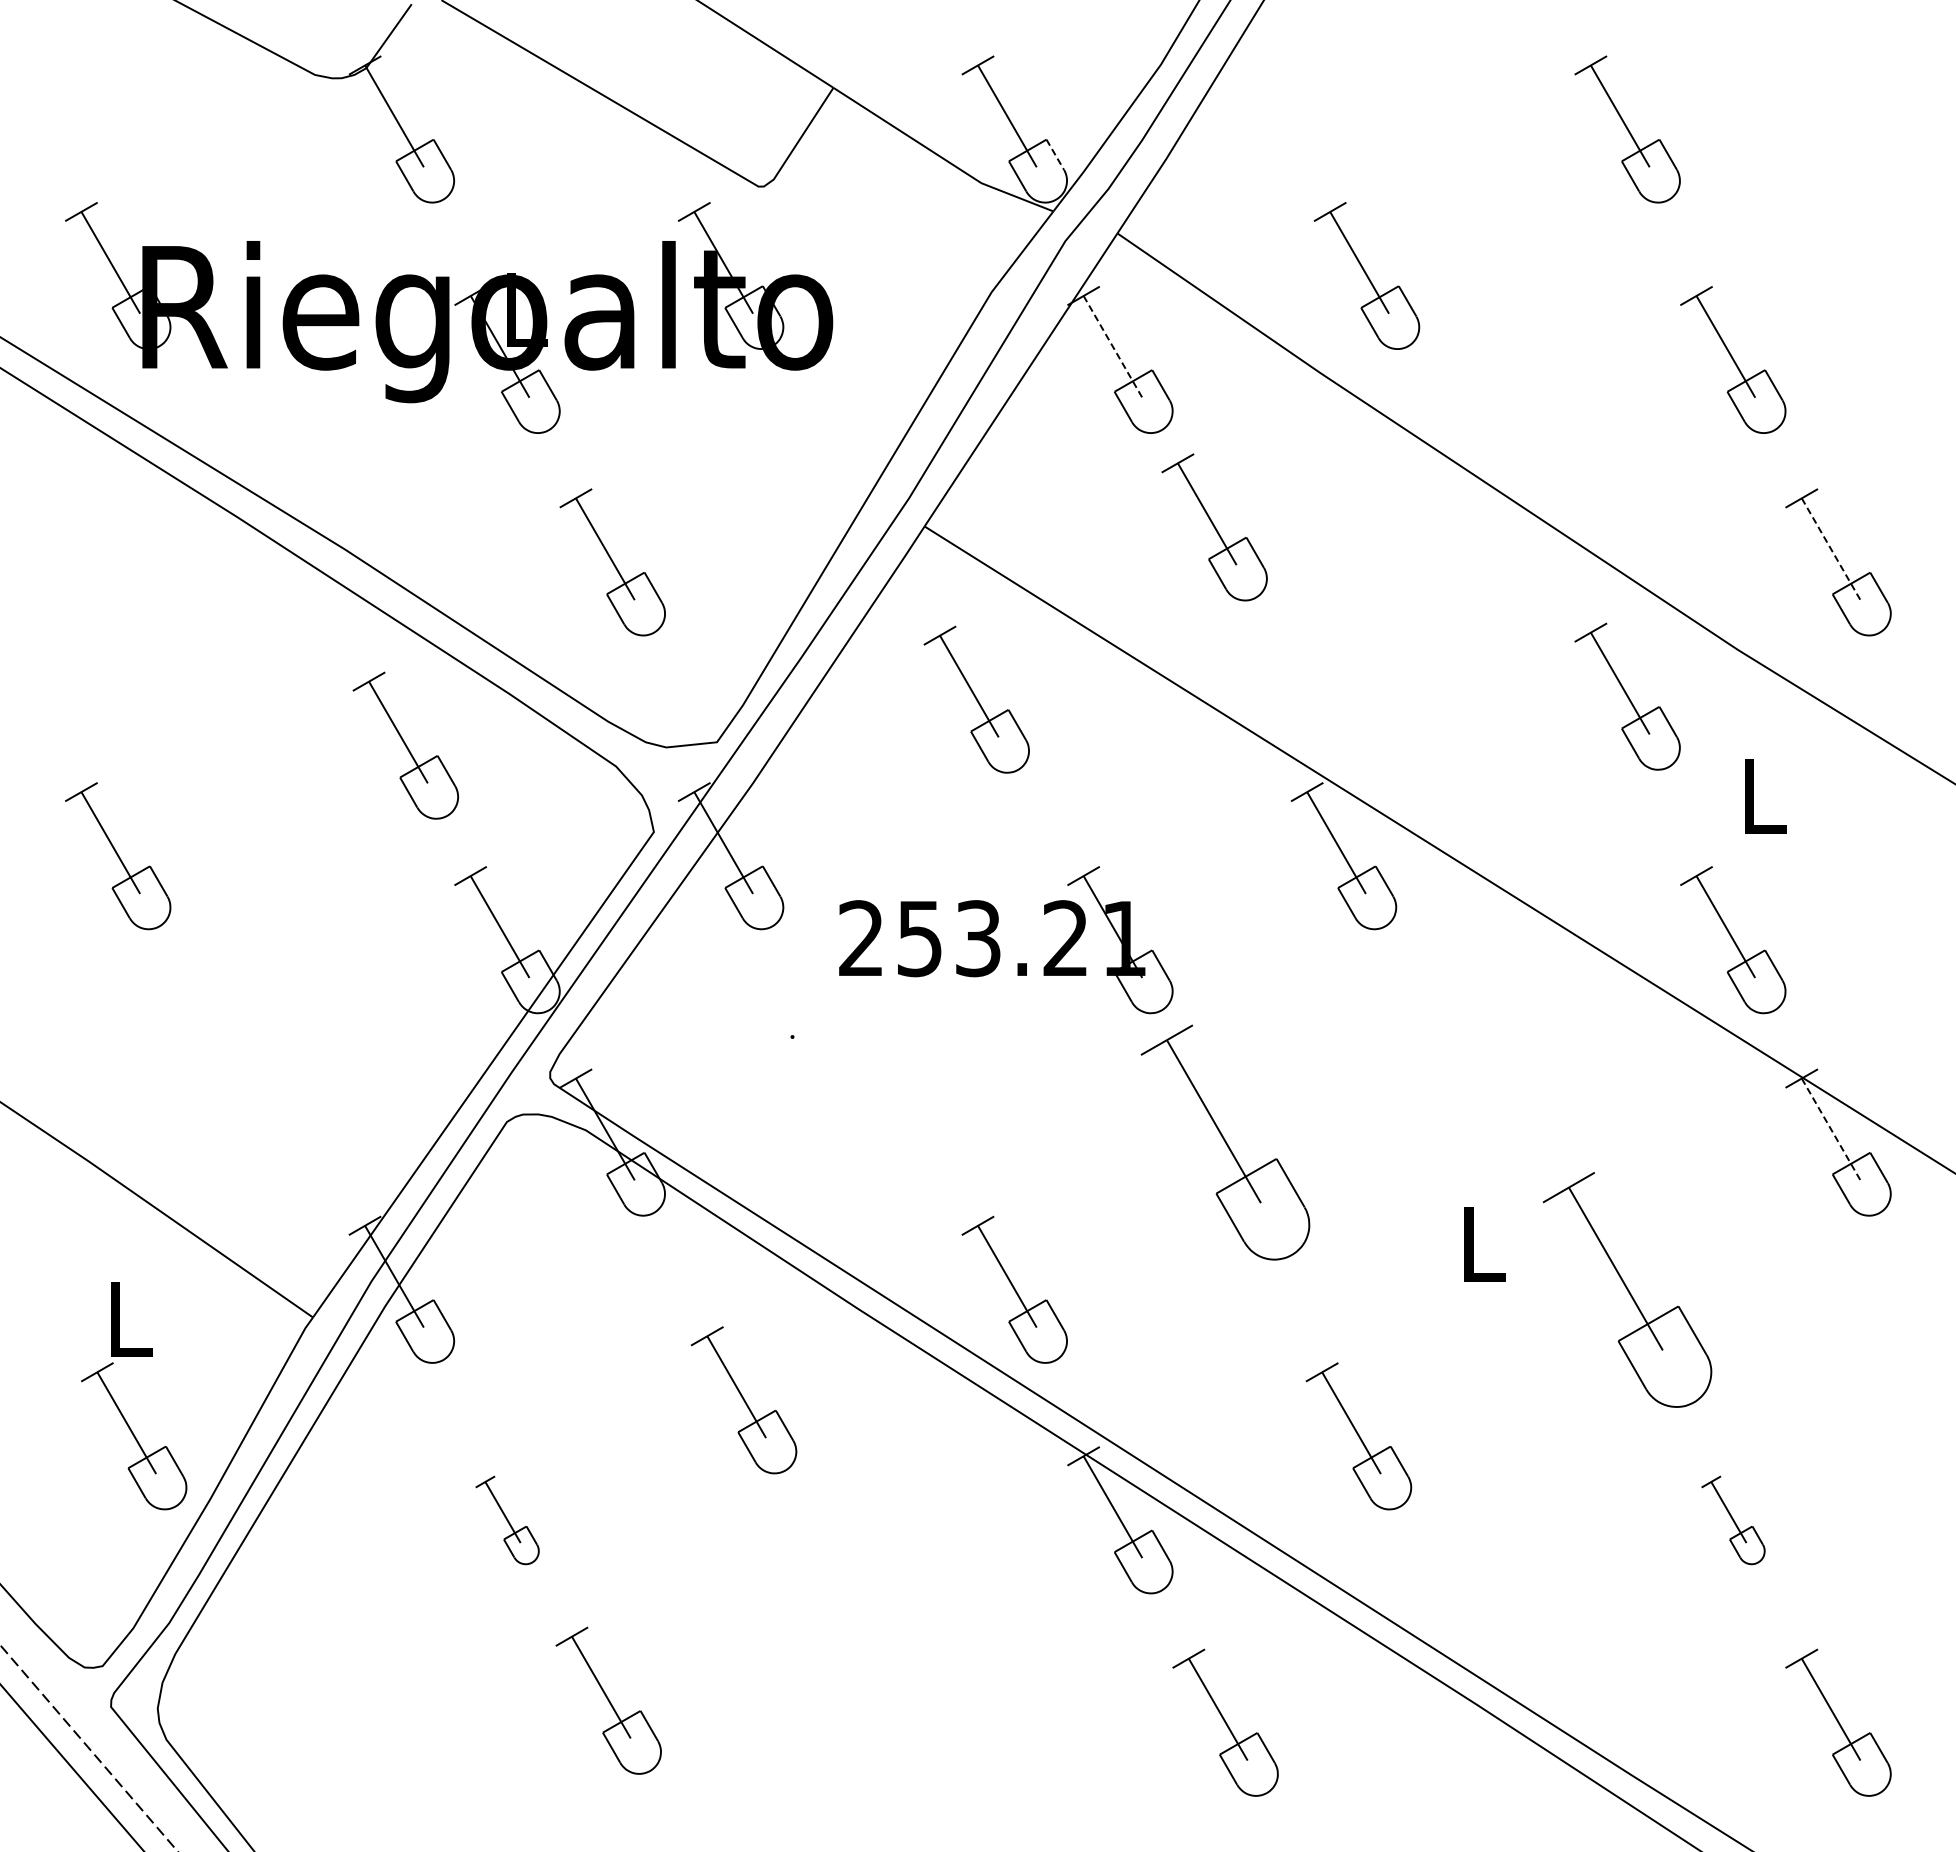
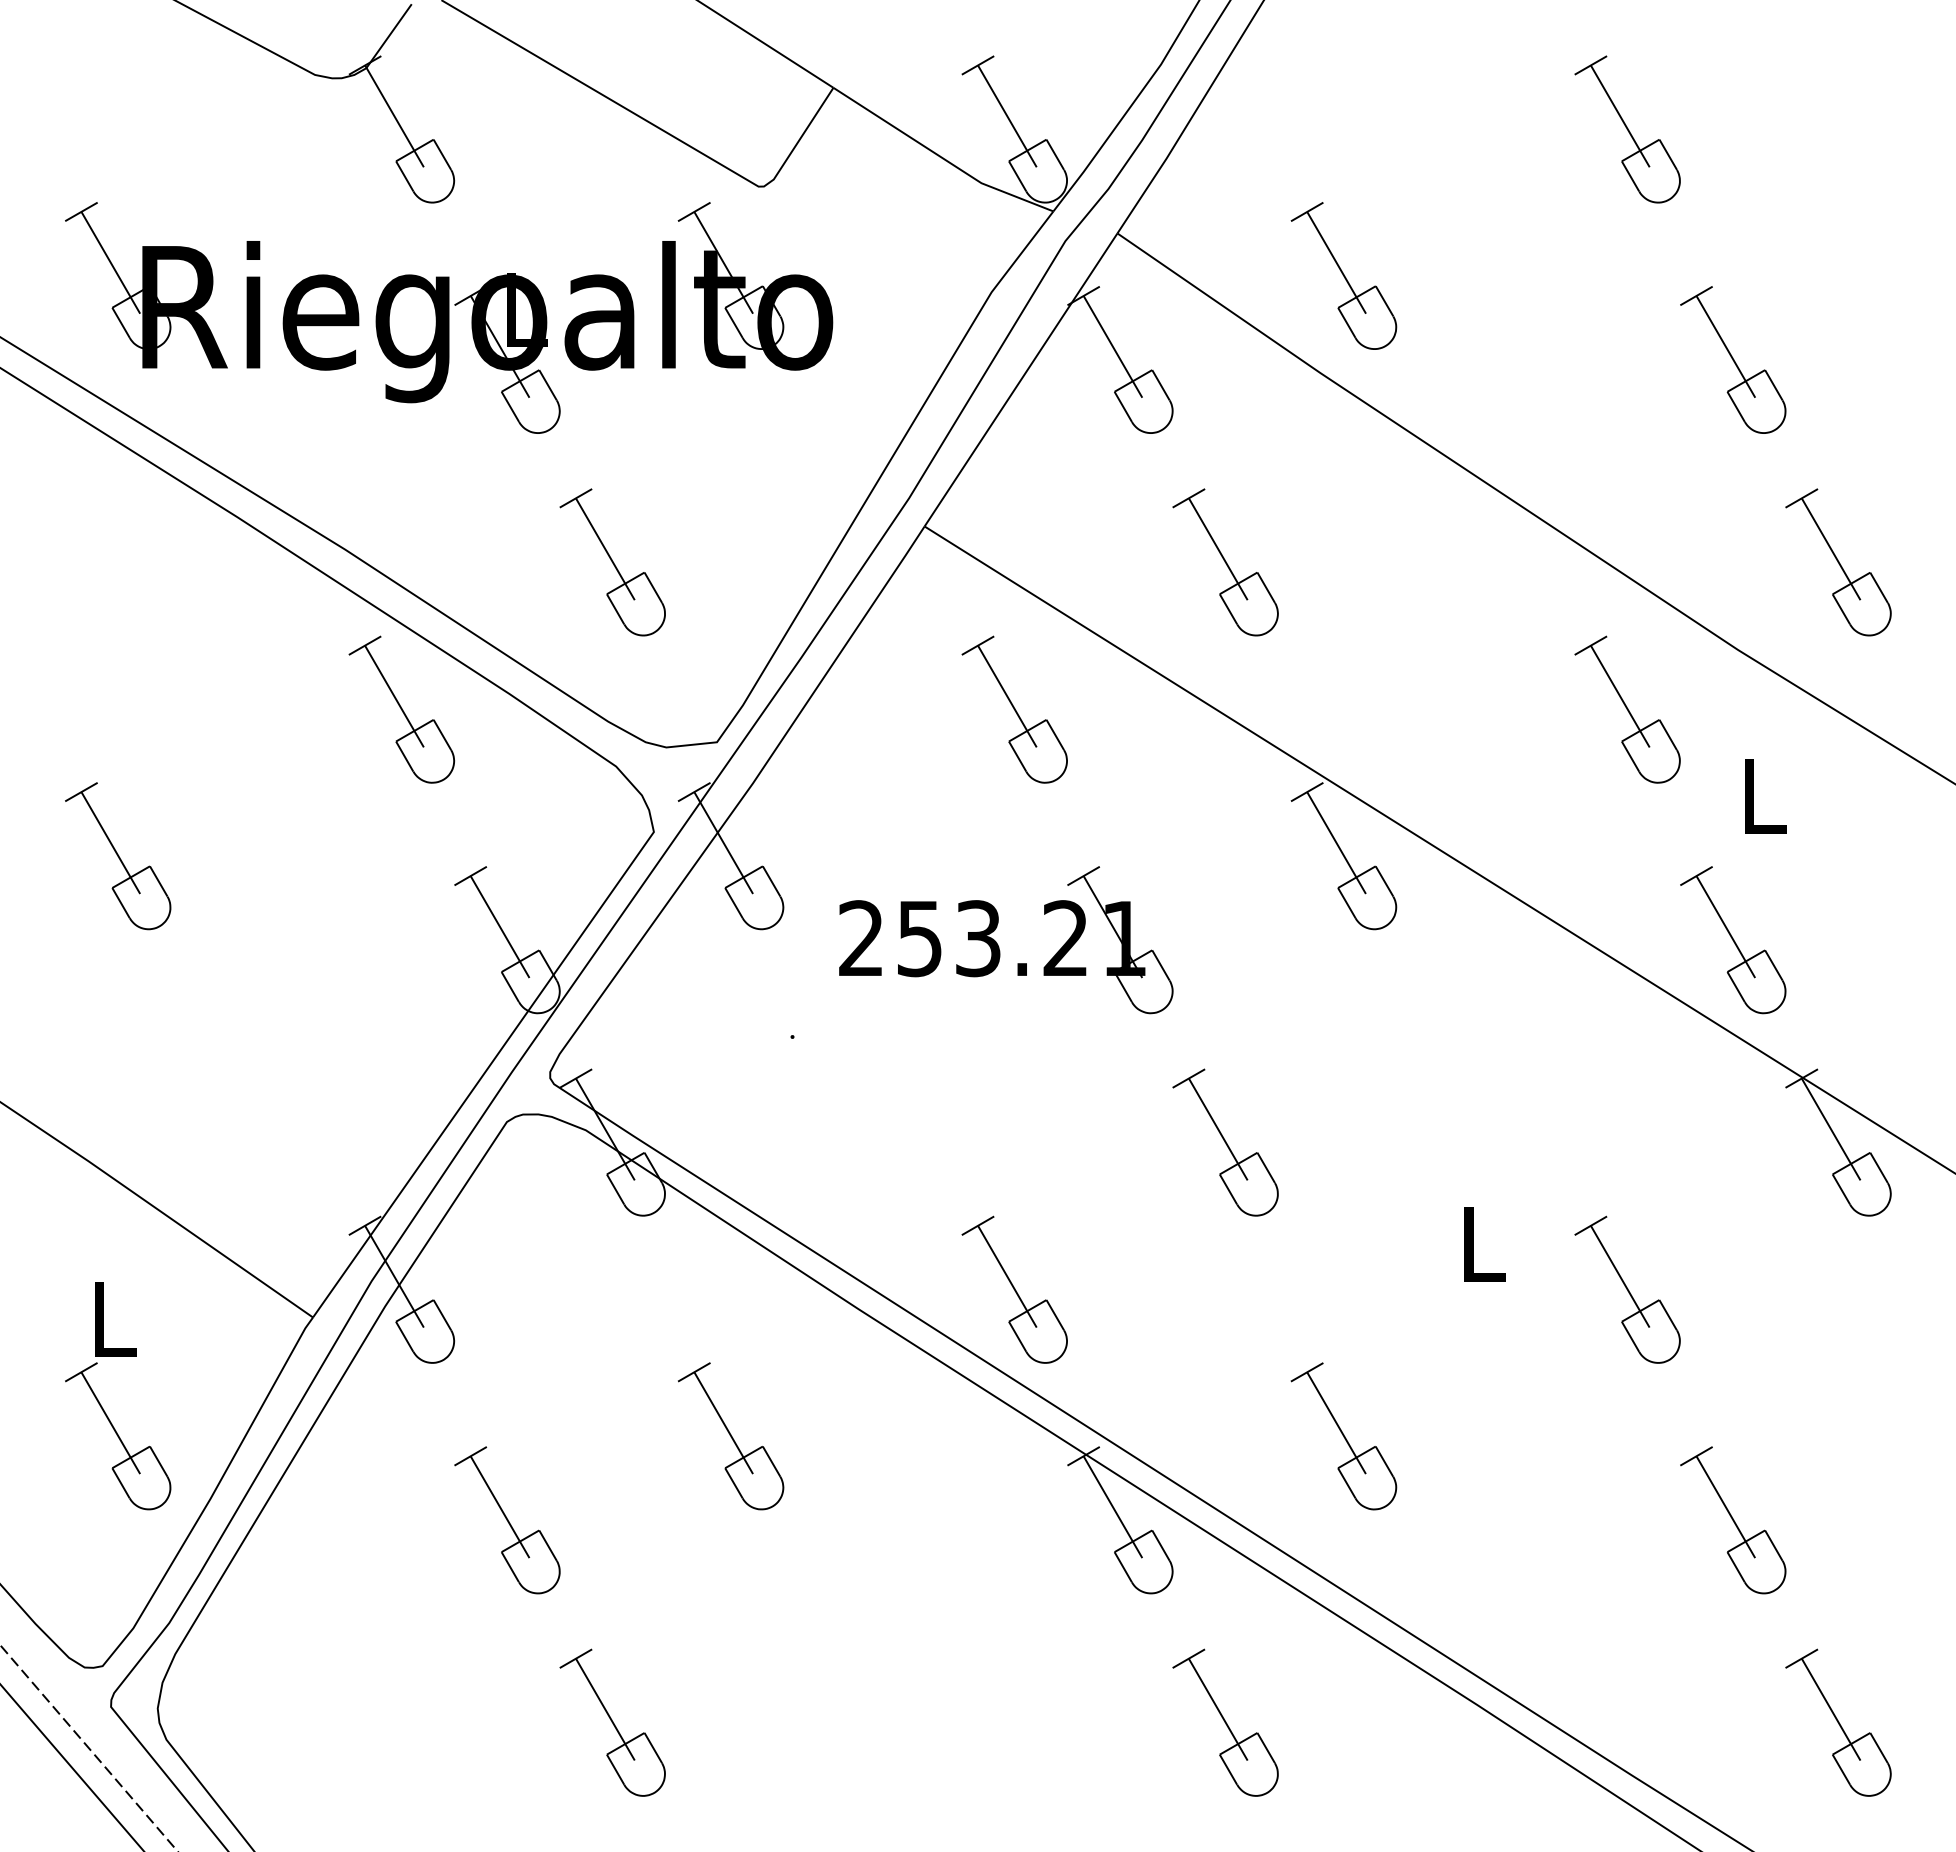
line at (1055, 154): dashed -> solid
part at (1366, 275) position: (1366, 275) -> (1343, 275)
line at (1113, 346): dashed -> solid
part at (1214, 527) position: (1214, 527) -> (1225, 562)
line at (1831, 549): dashed -> solid
part at (1627, 696) position: (1627, 696) -> (1627, 709)
part at (976, 699) position: (976, 699) -> (1014, 709)
part at (405, 745) position: (405, 745) -> (401, 709)
line at (1831, 1129): dashed -> solid
part at (1225, 1142) size: 171x237 px -> 107x149 px
part at (1627, 1289) size: 171x236 px -> 107x149 px
part at (744, 1400) position: (744, 1400) -> (731, 1436)
part at (117, 1404) position: (117, 1404) -> (101, 1404)
part at (1358, 1436) position: (1358, 1436) -> (1343, 1436)
part at (507, 1520) size: 65x91 px -> 107x149 px
part at (1733, 1520) size: 65x91 px -> 107x149 px
part at (608, 1700) position: (608, 1700) -> (612, 1722)
